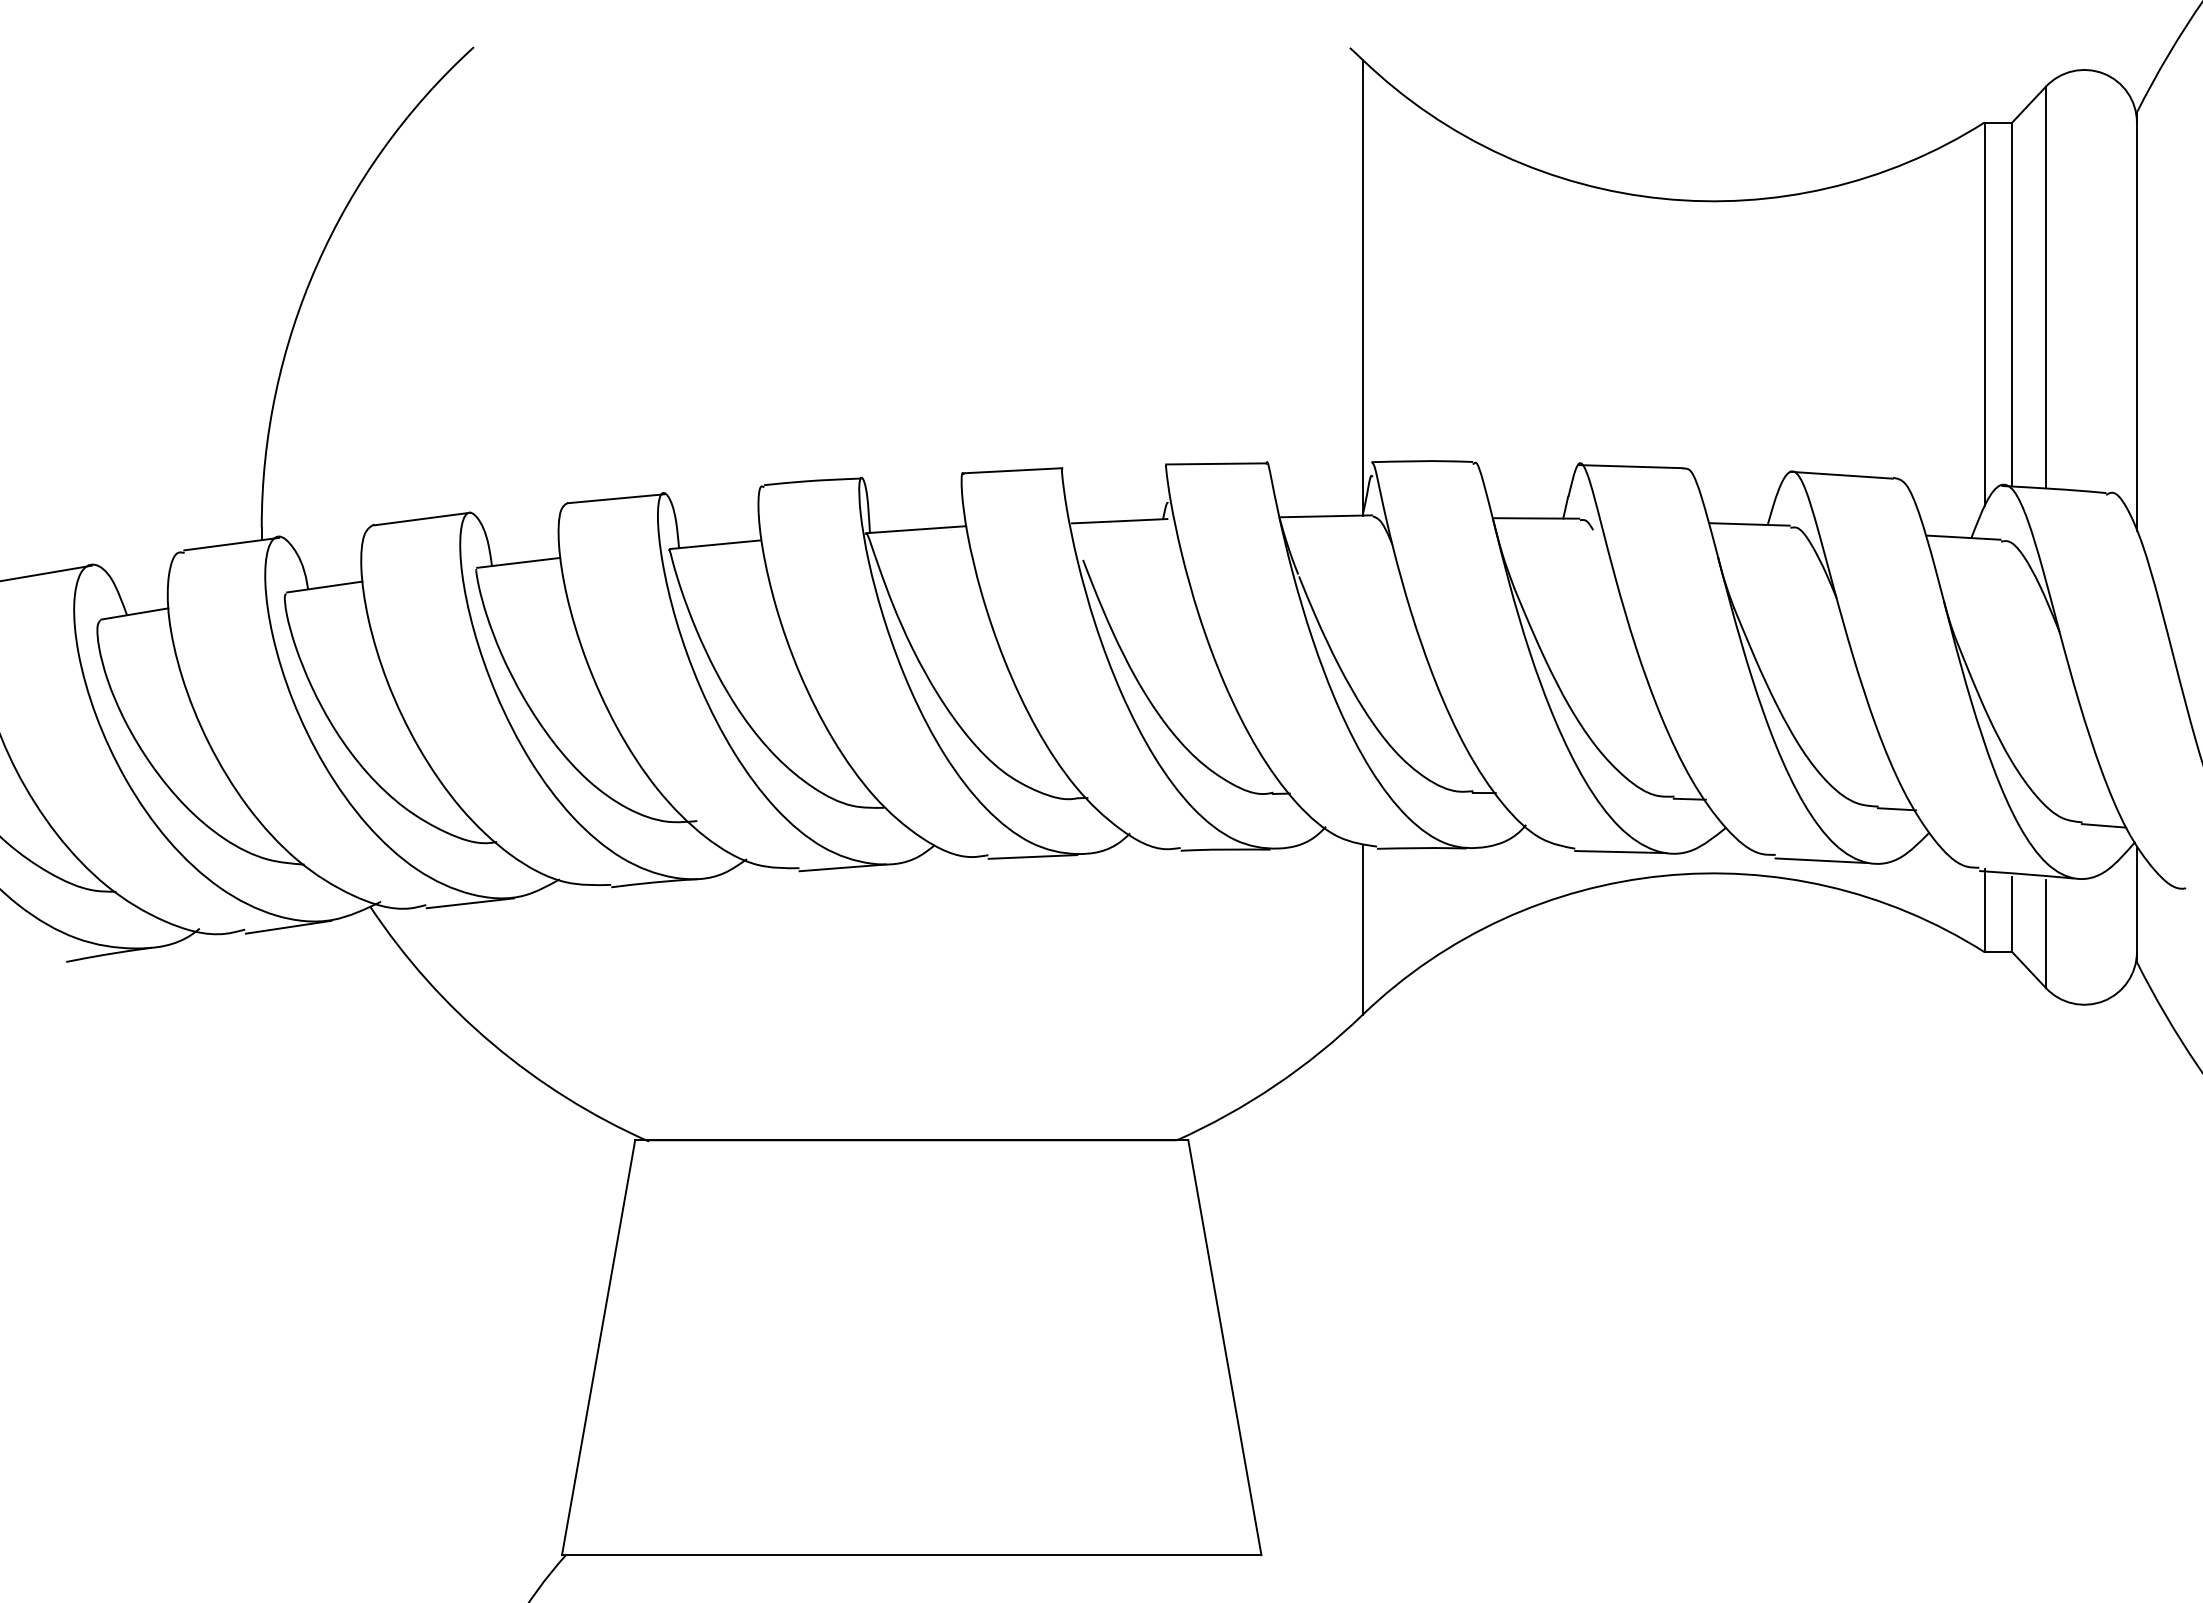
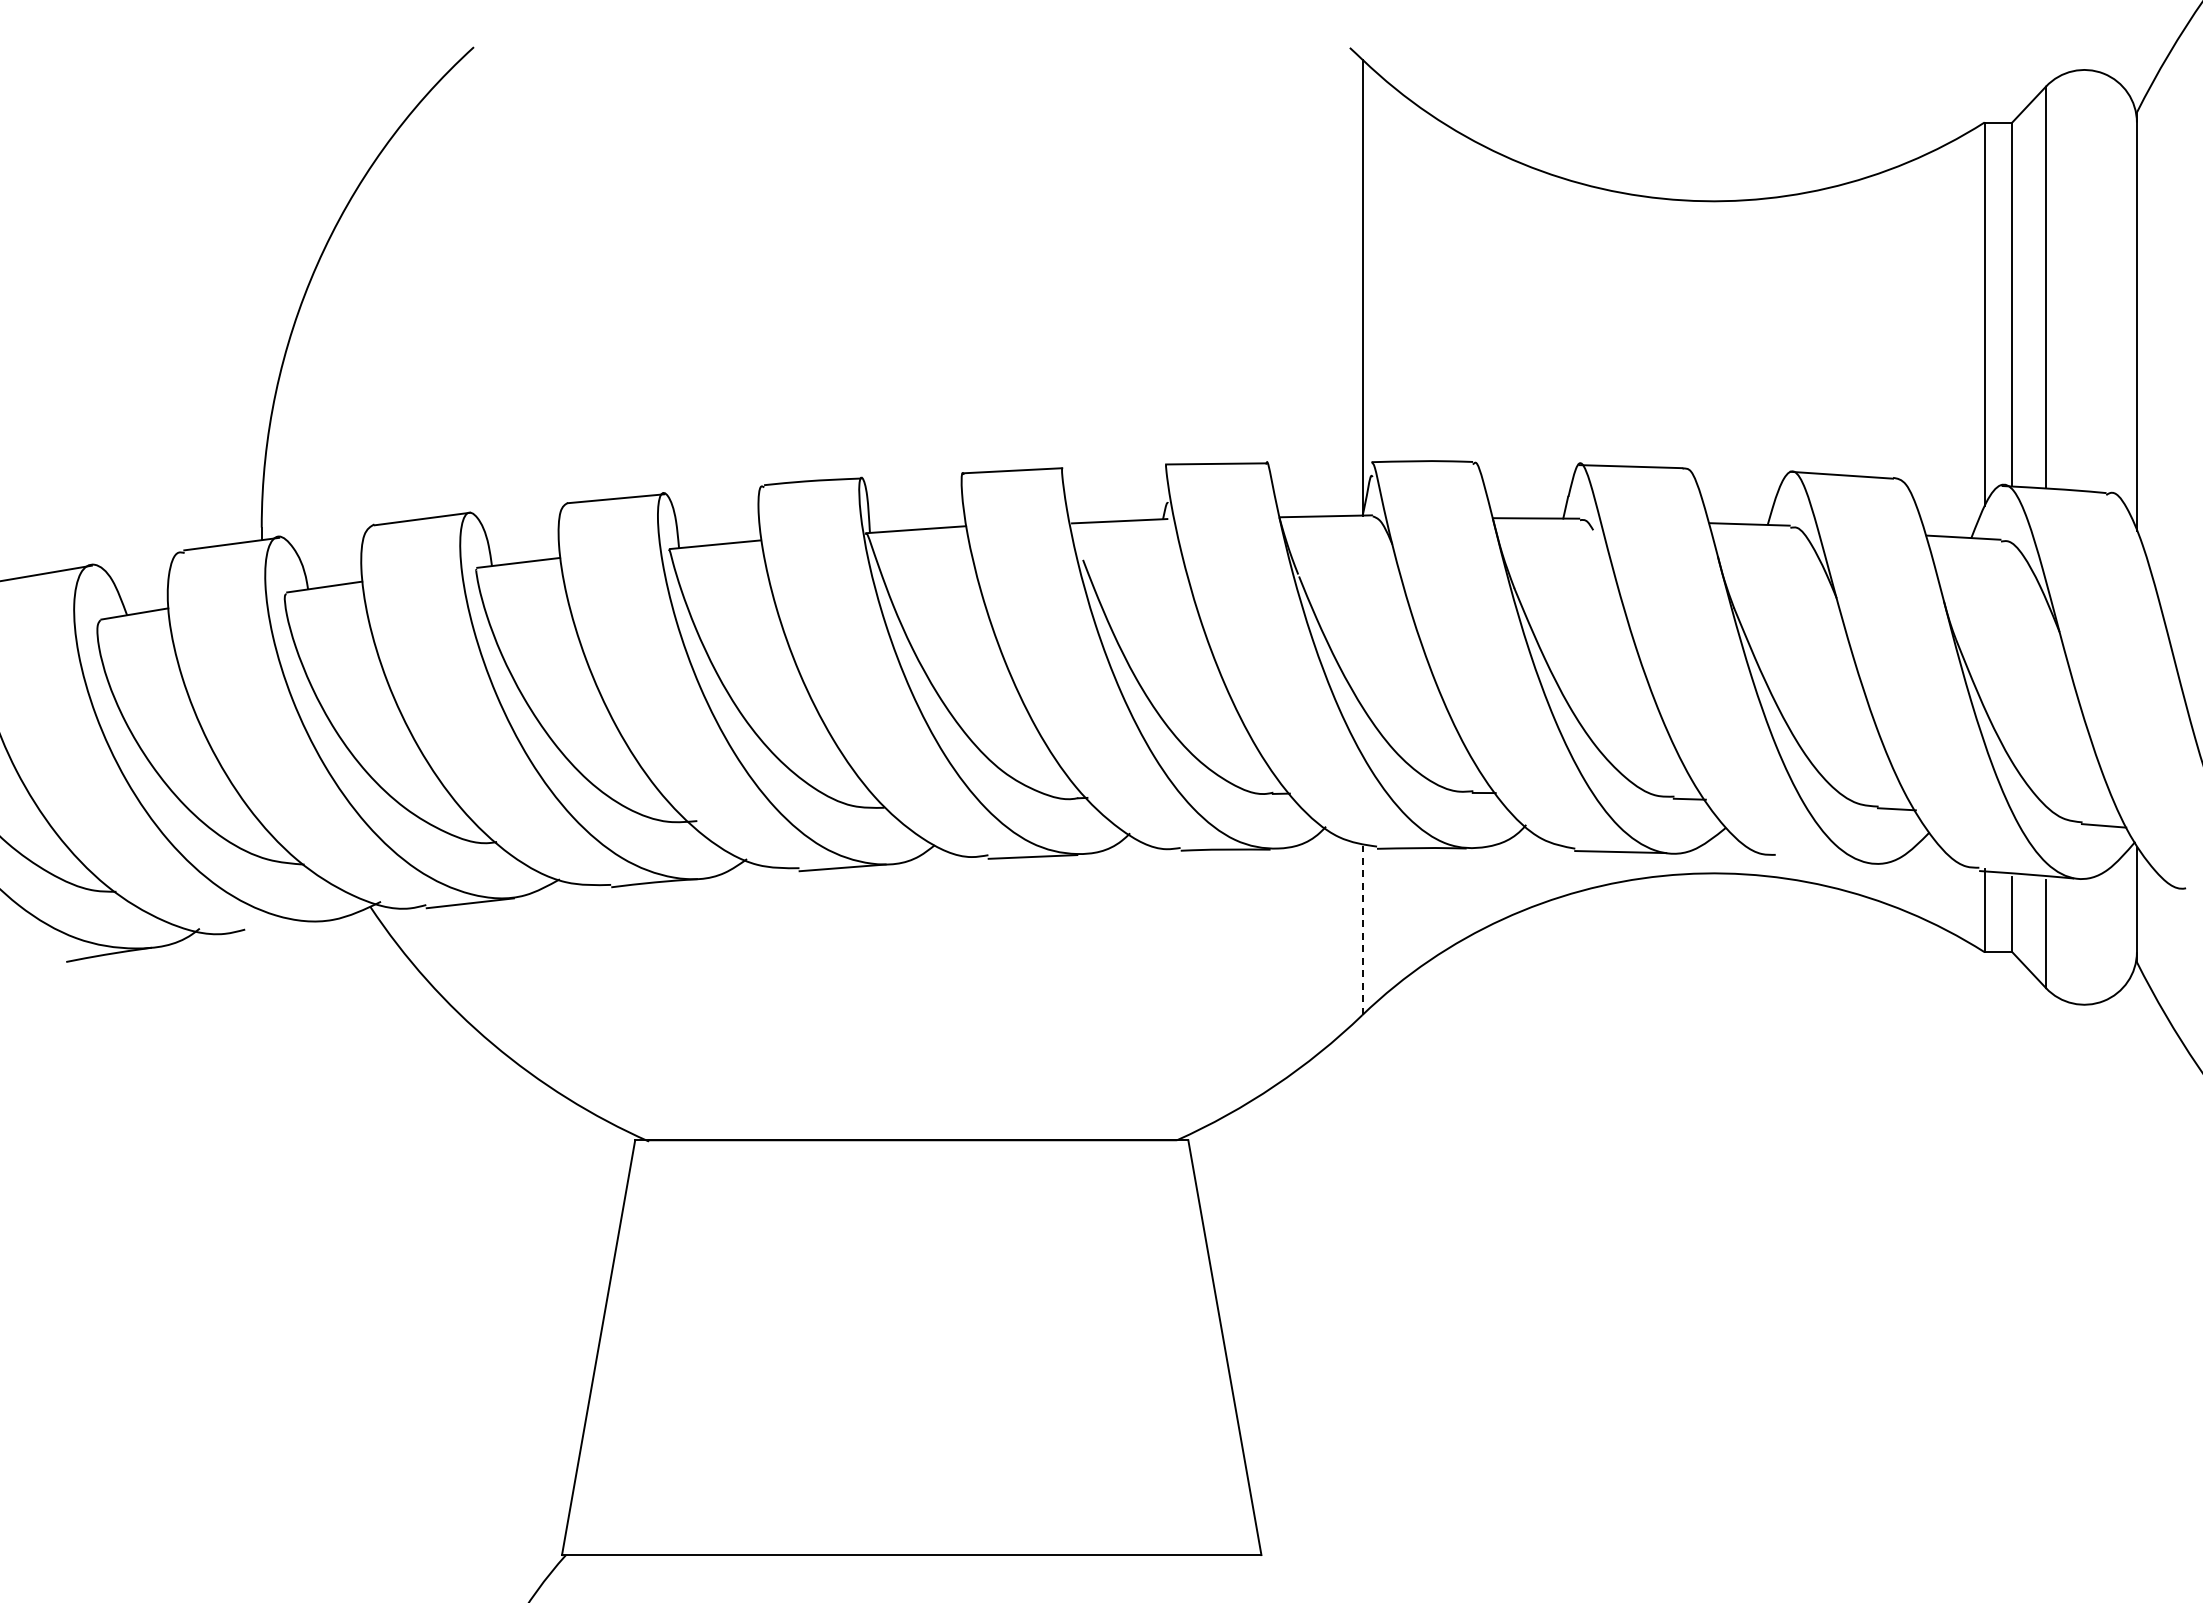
line at (1821, 860): present -> none
line at (288, 926): present -> none
line at (1362, 930): solid -> dashed
